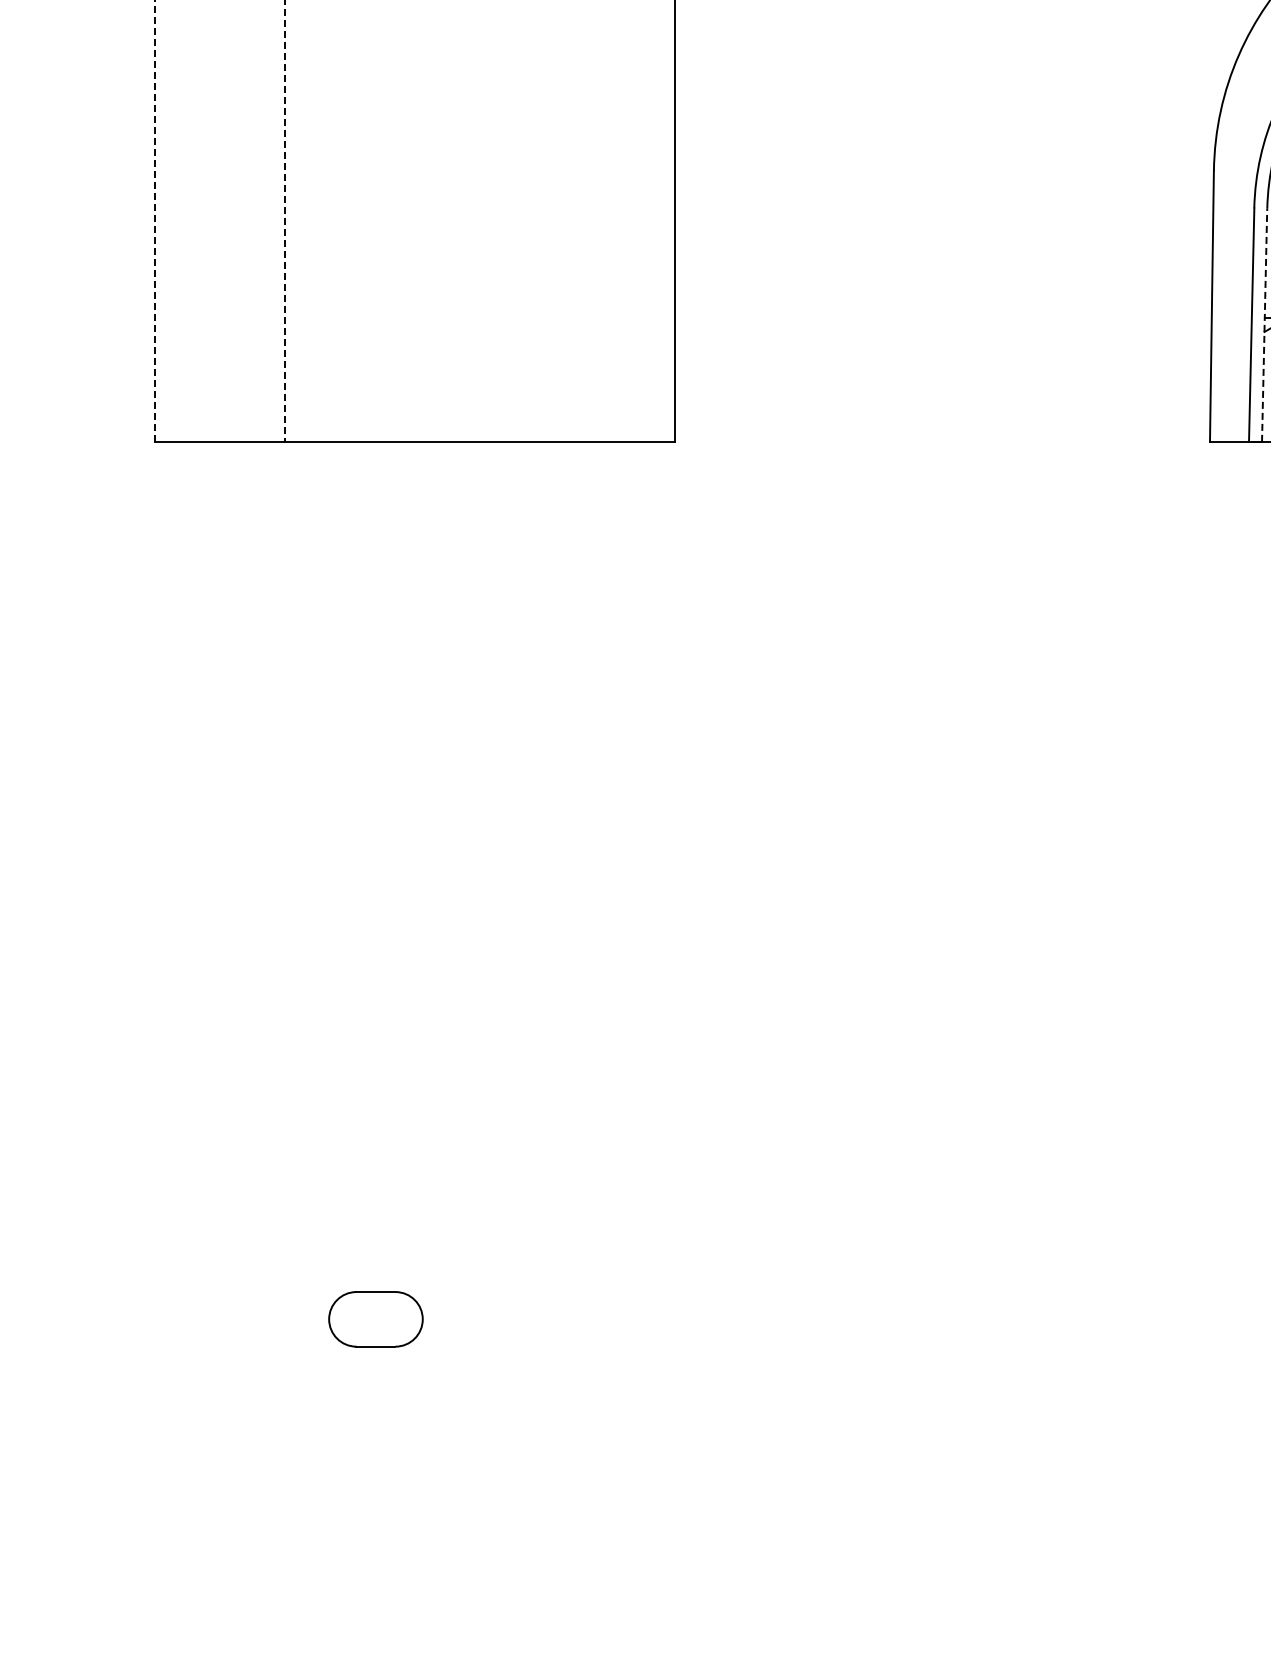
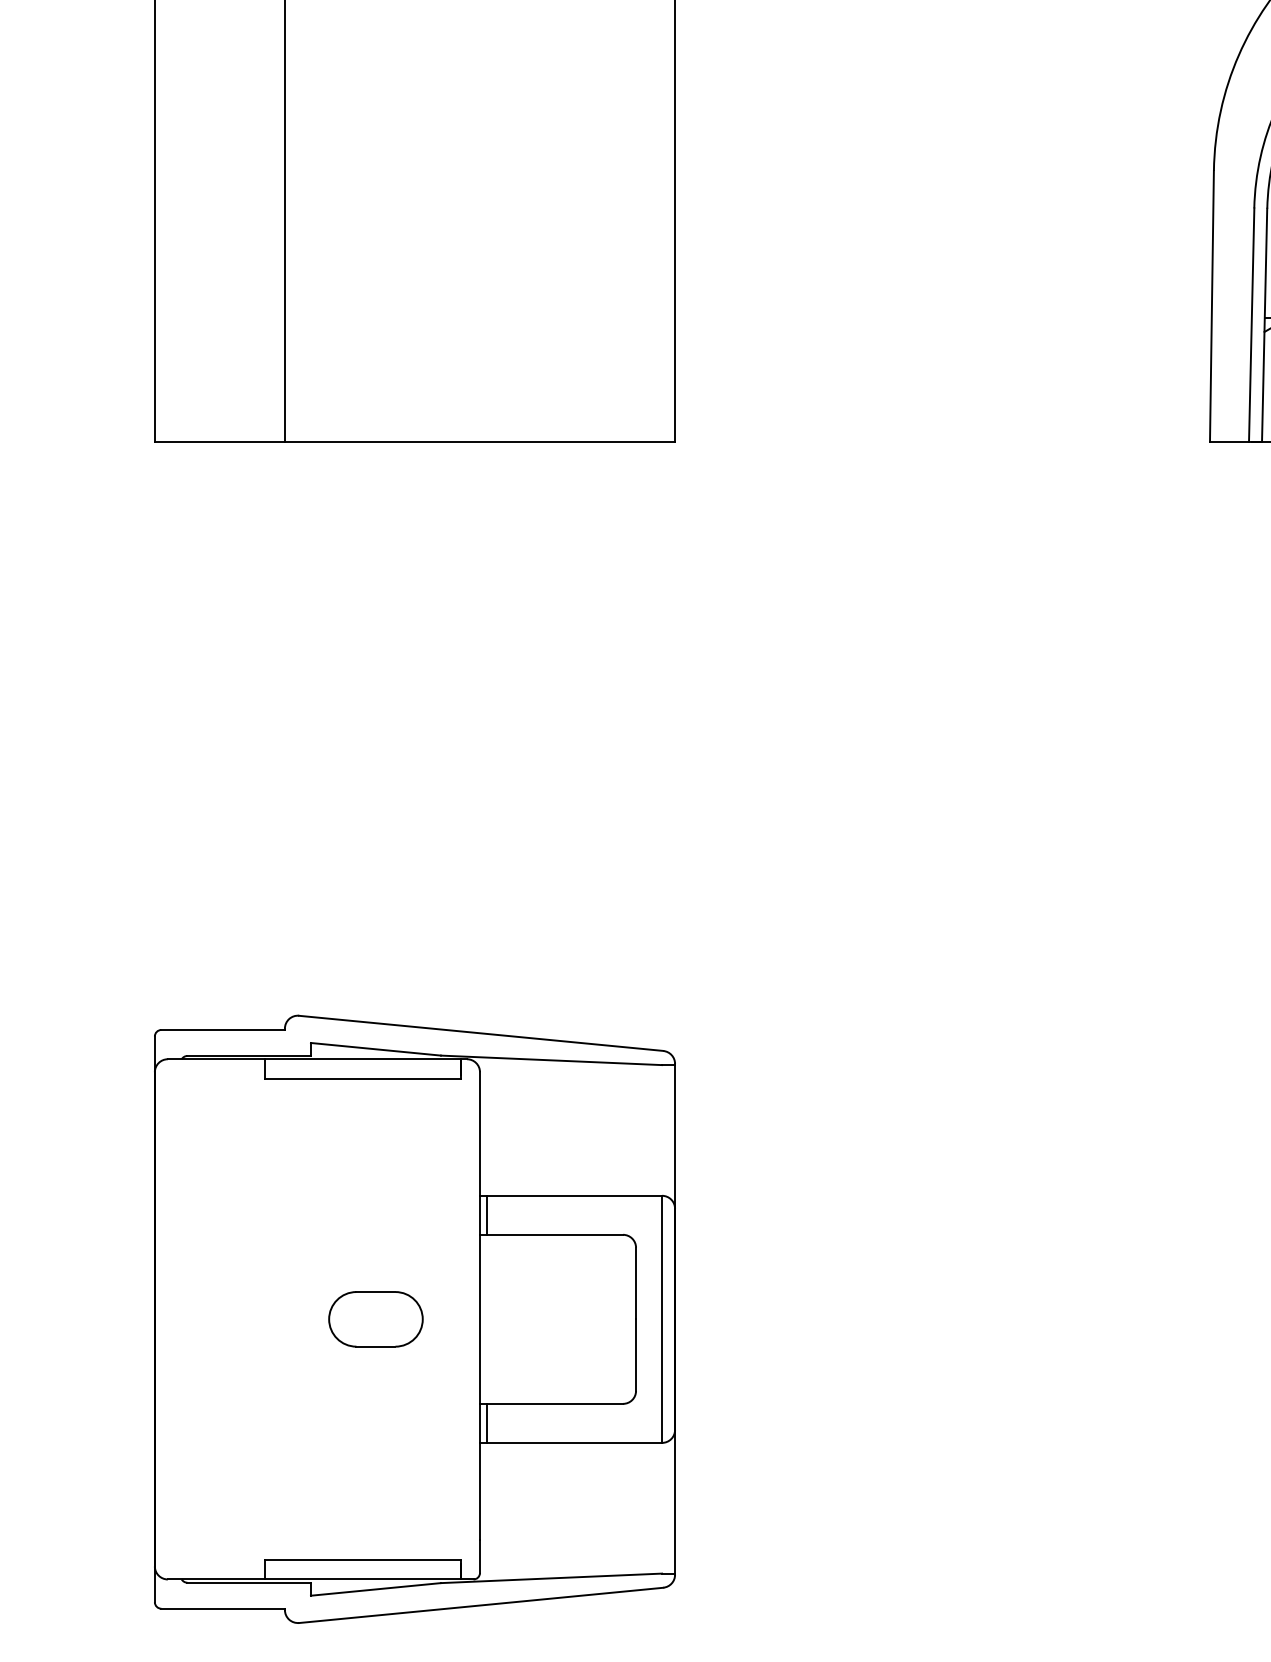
line at (154, 221): dashed -> solid
line at (284, 221): dashed -> solid
line at (1264, 325): dashed -> solid
part at (414, 1318): none -> present
